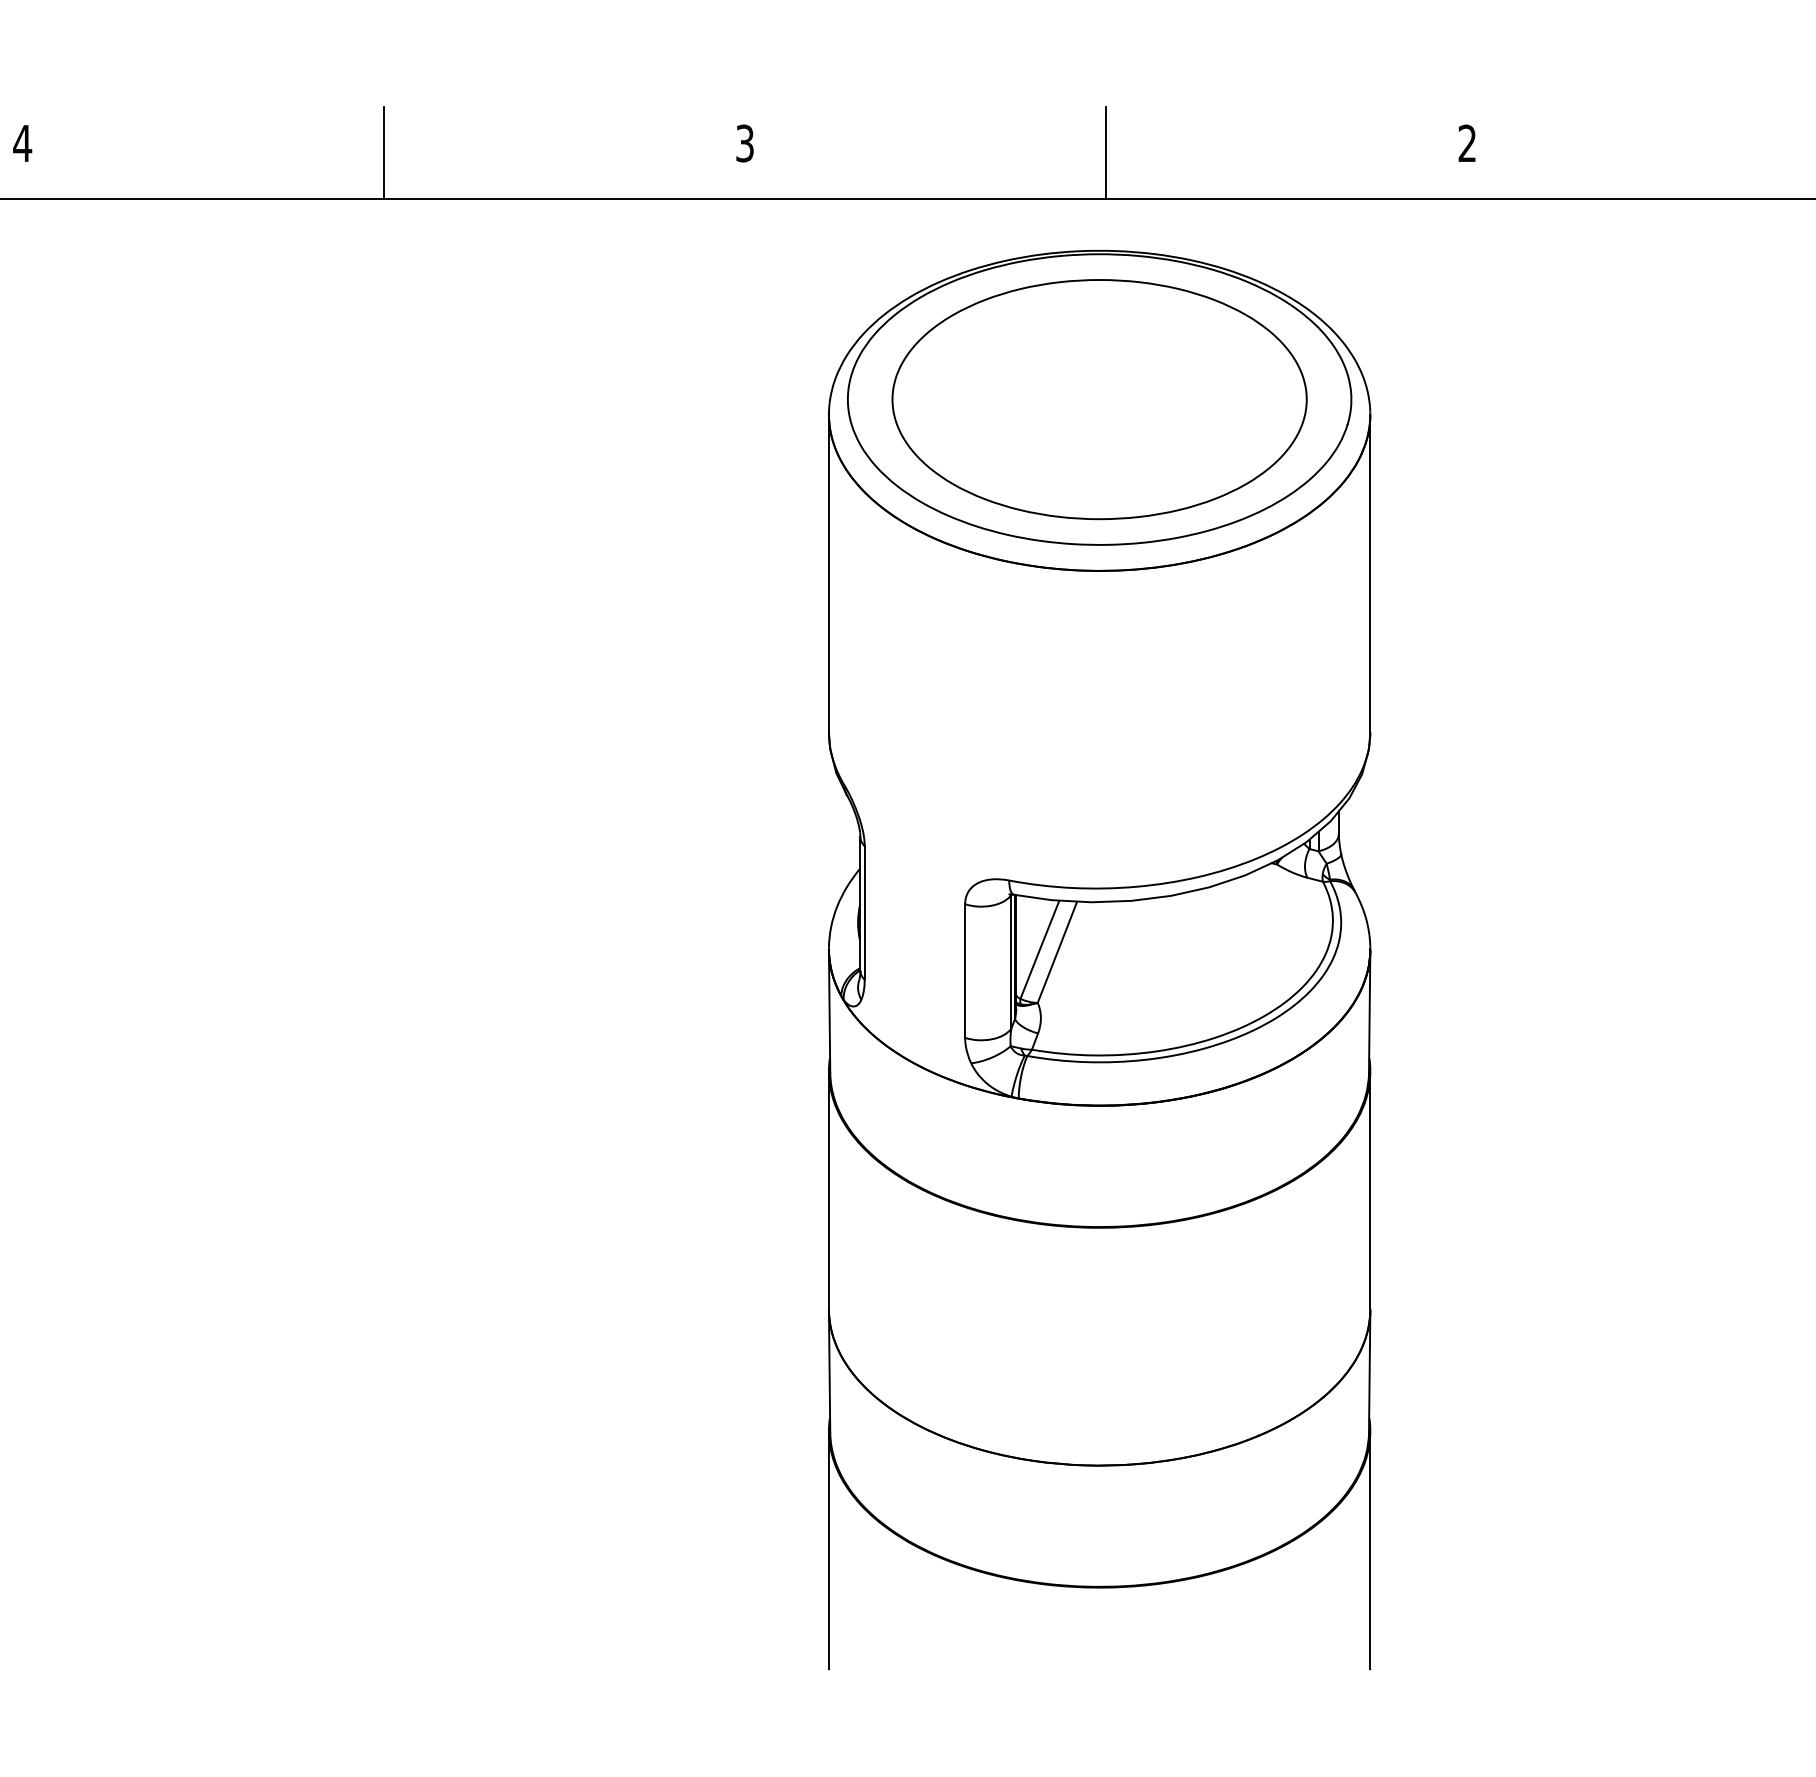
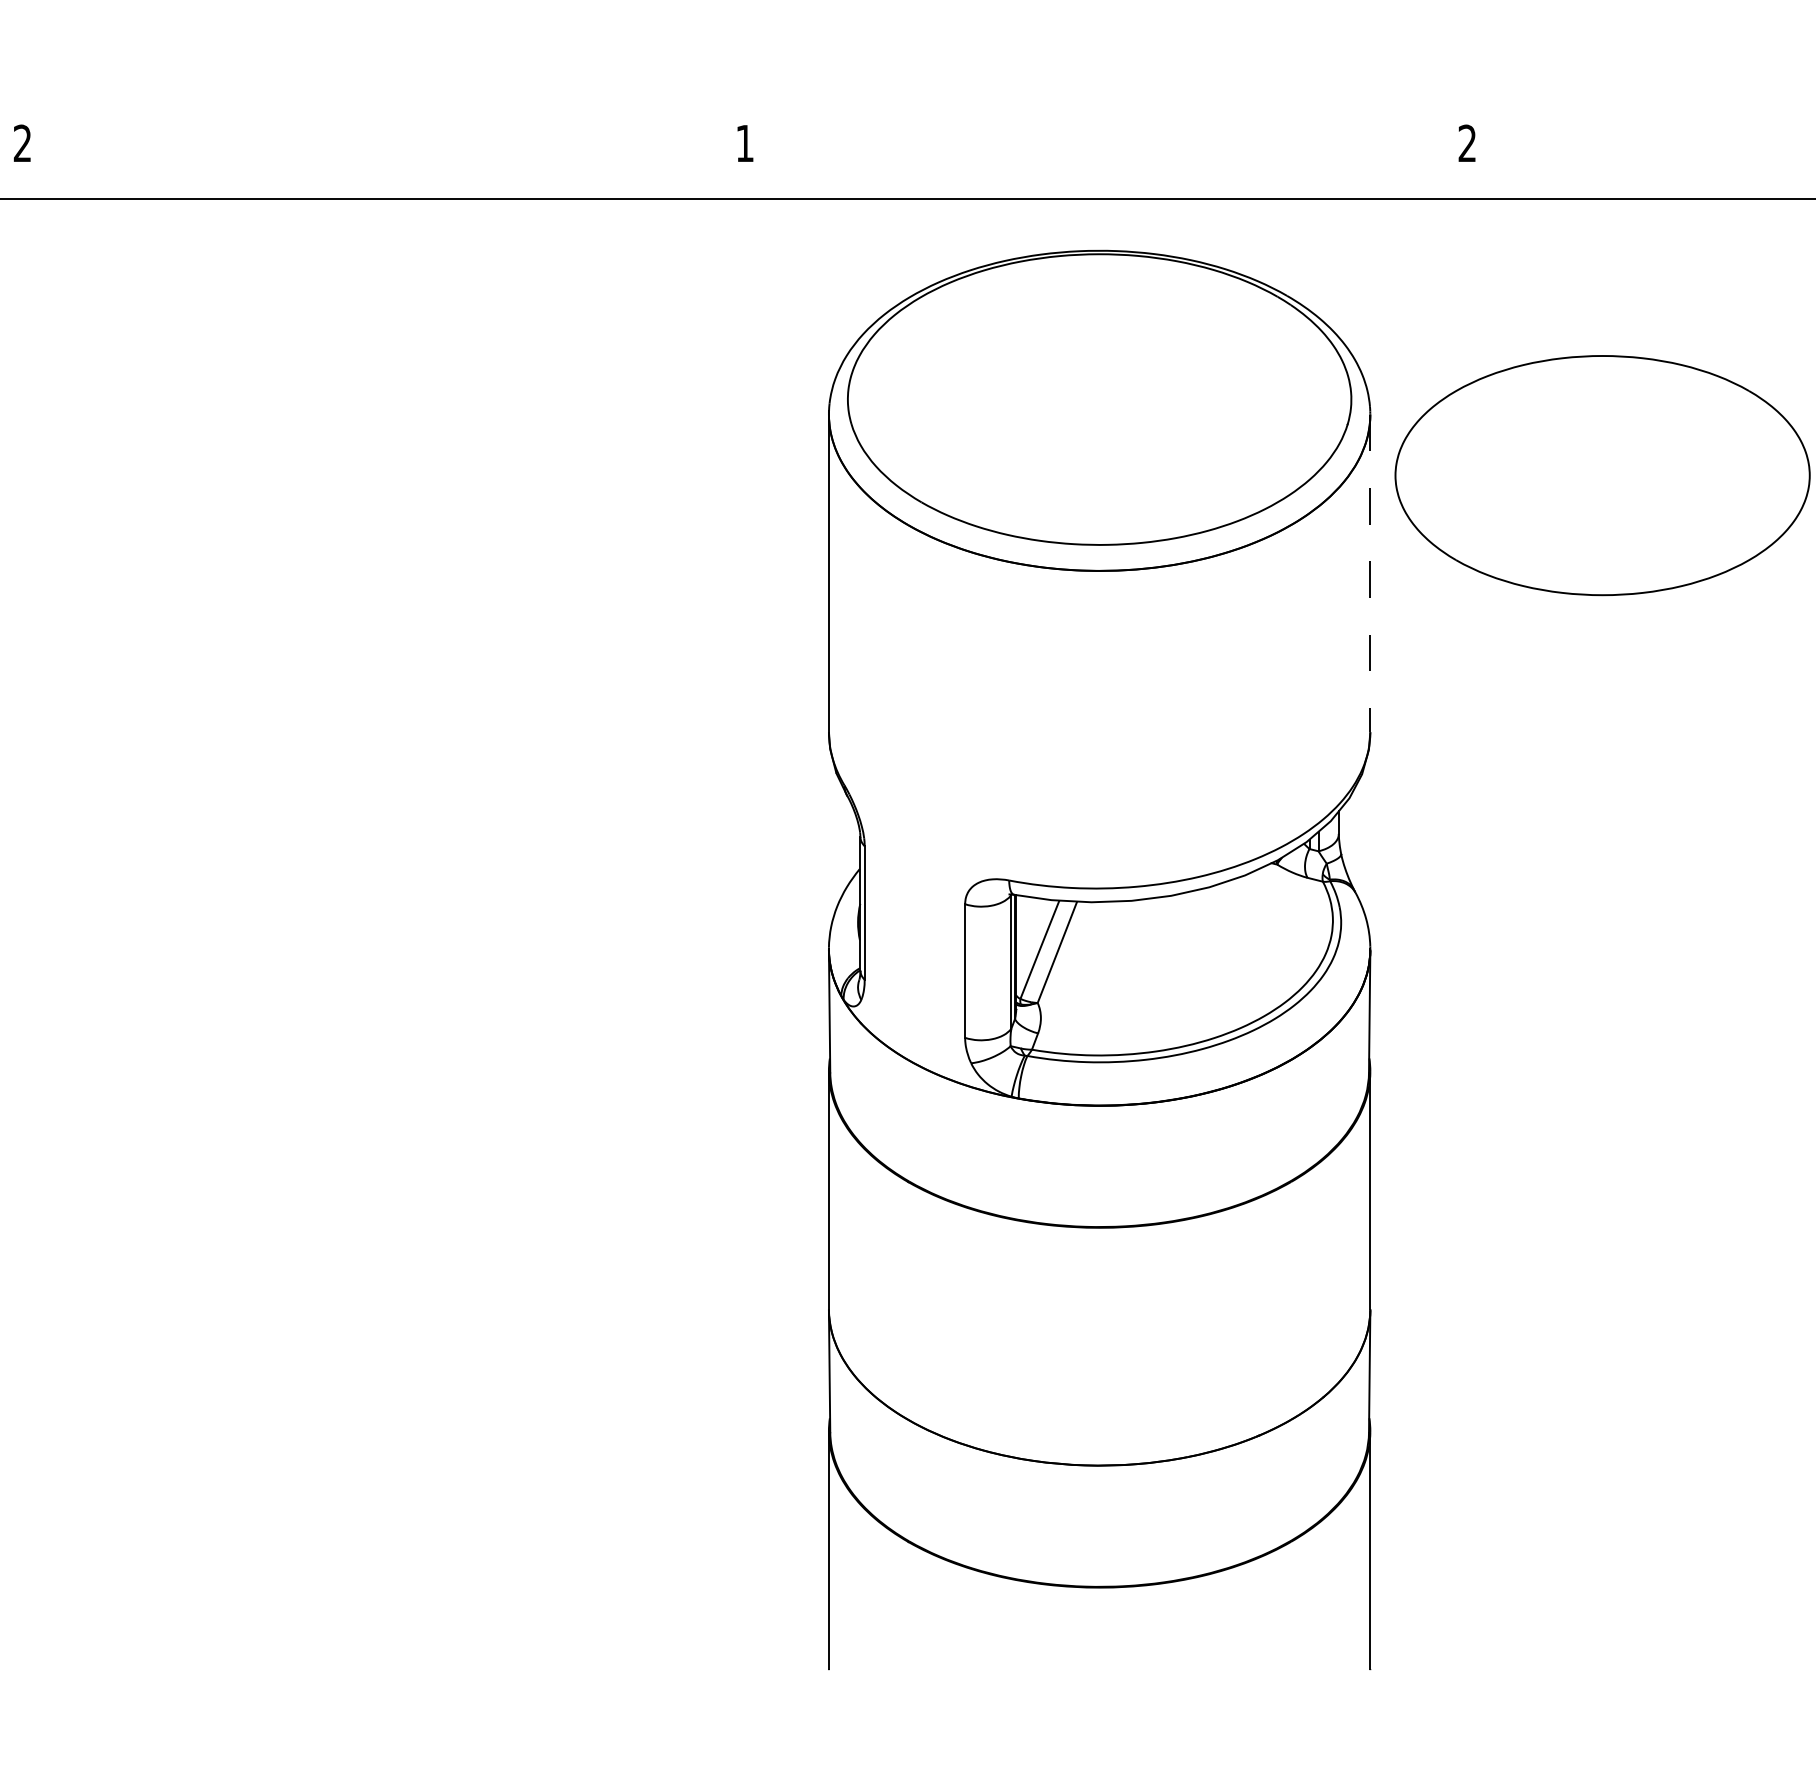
text at (22, 142): 4 -> 2
text at (744, 143): 3 -> 1
line at (383, 152): present -> none
line at (1106, 152): present -> none
part at (1099, 399) position: (1099, 399) -> (1602, 475)
line at (1370, 573): solid -> dashed
